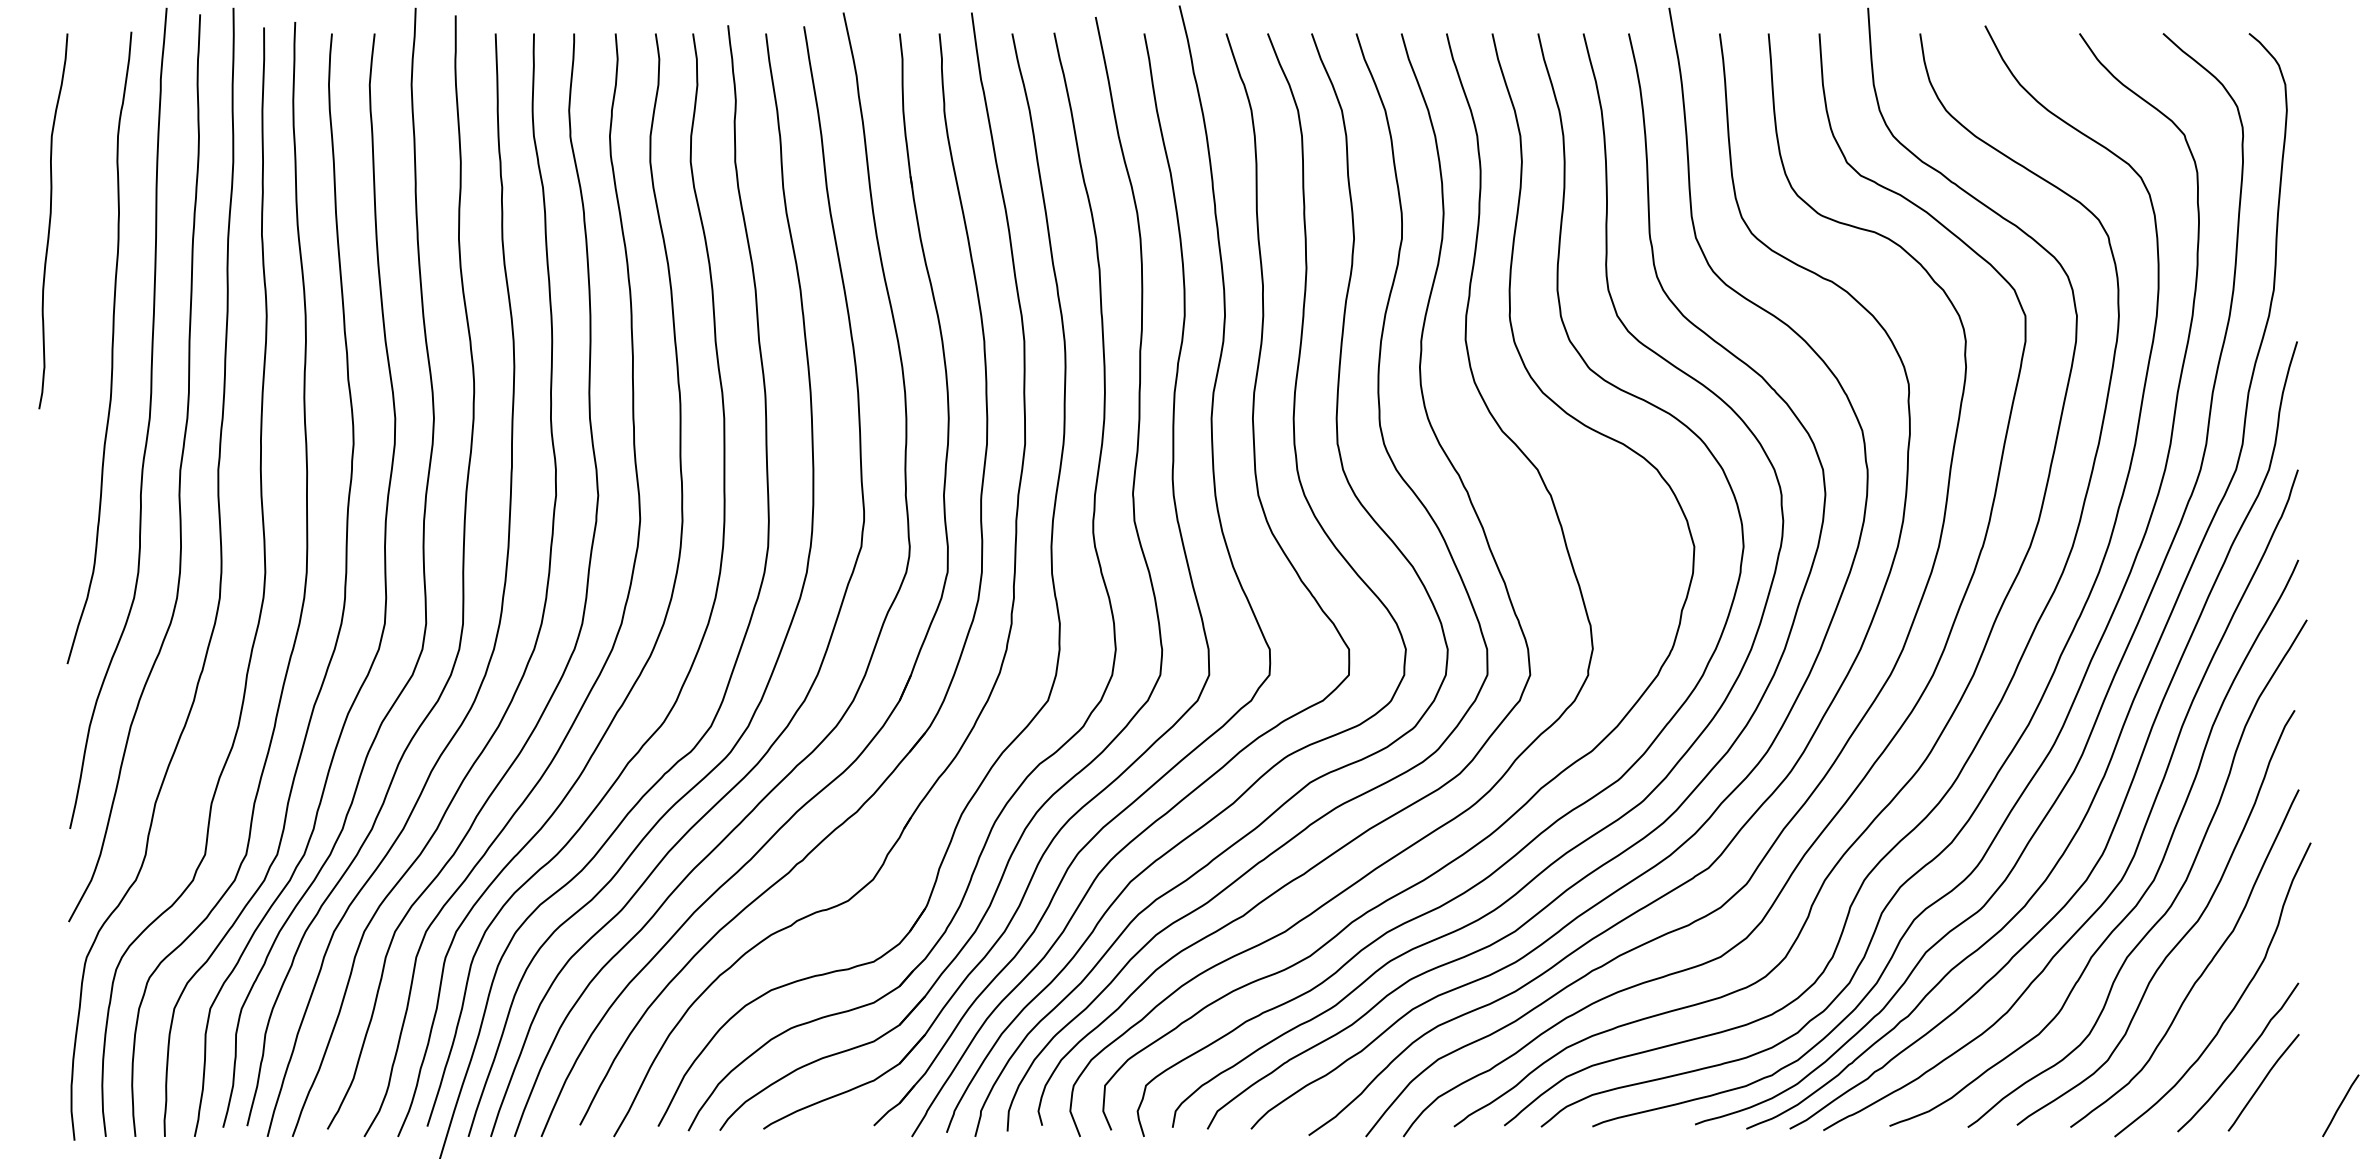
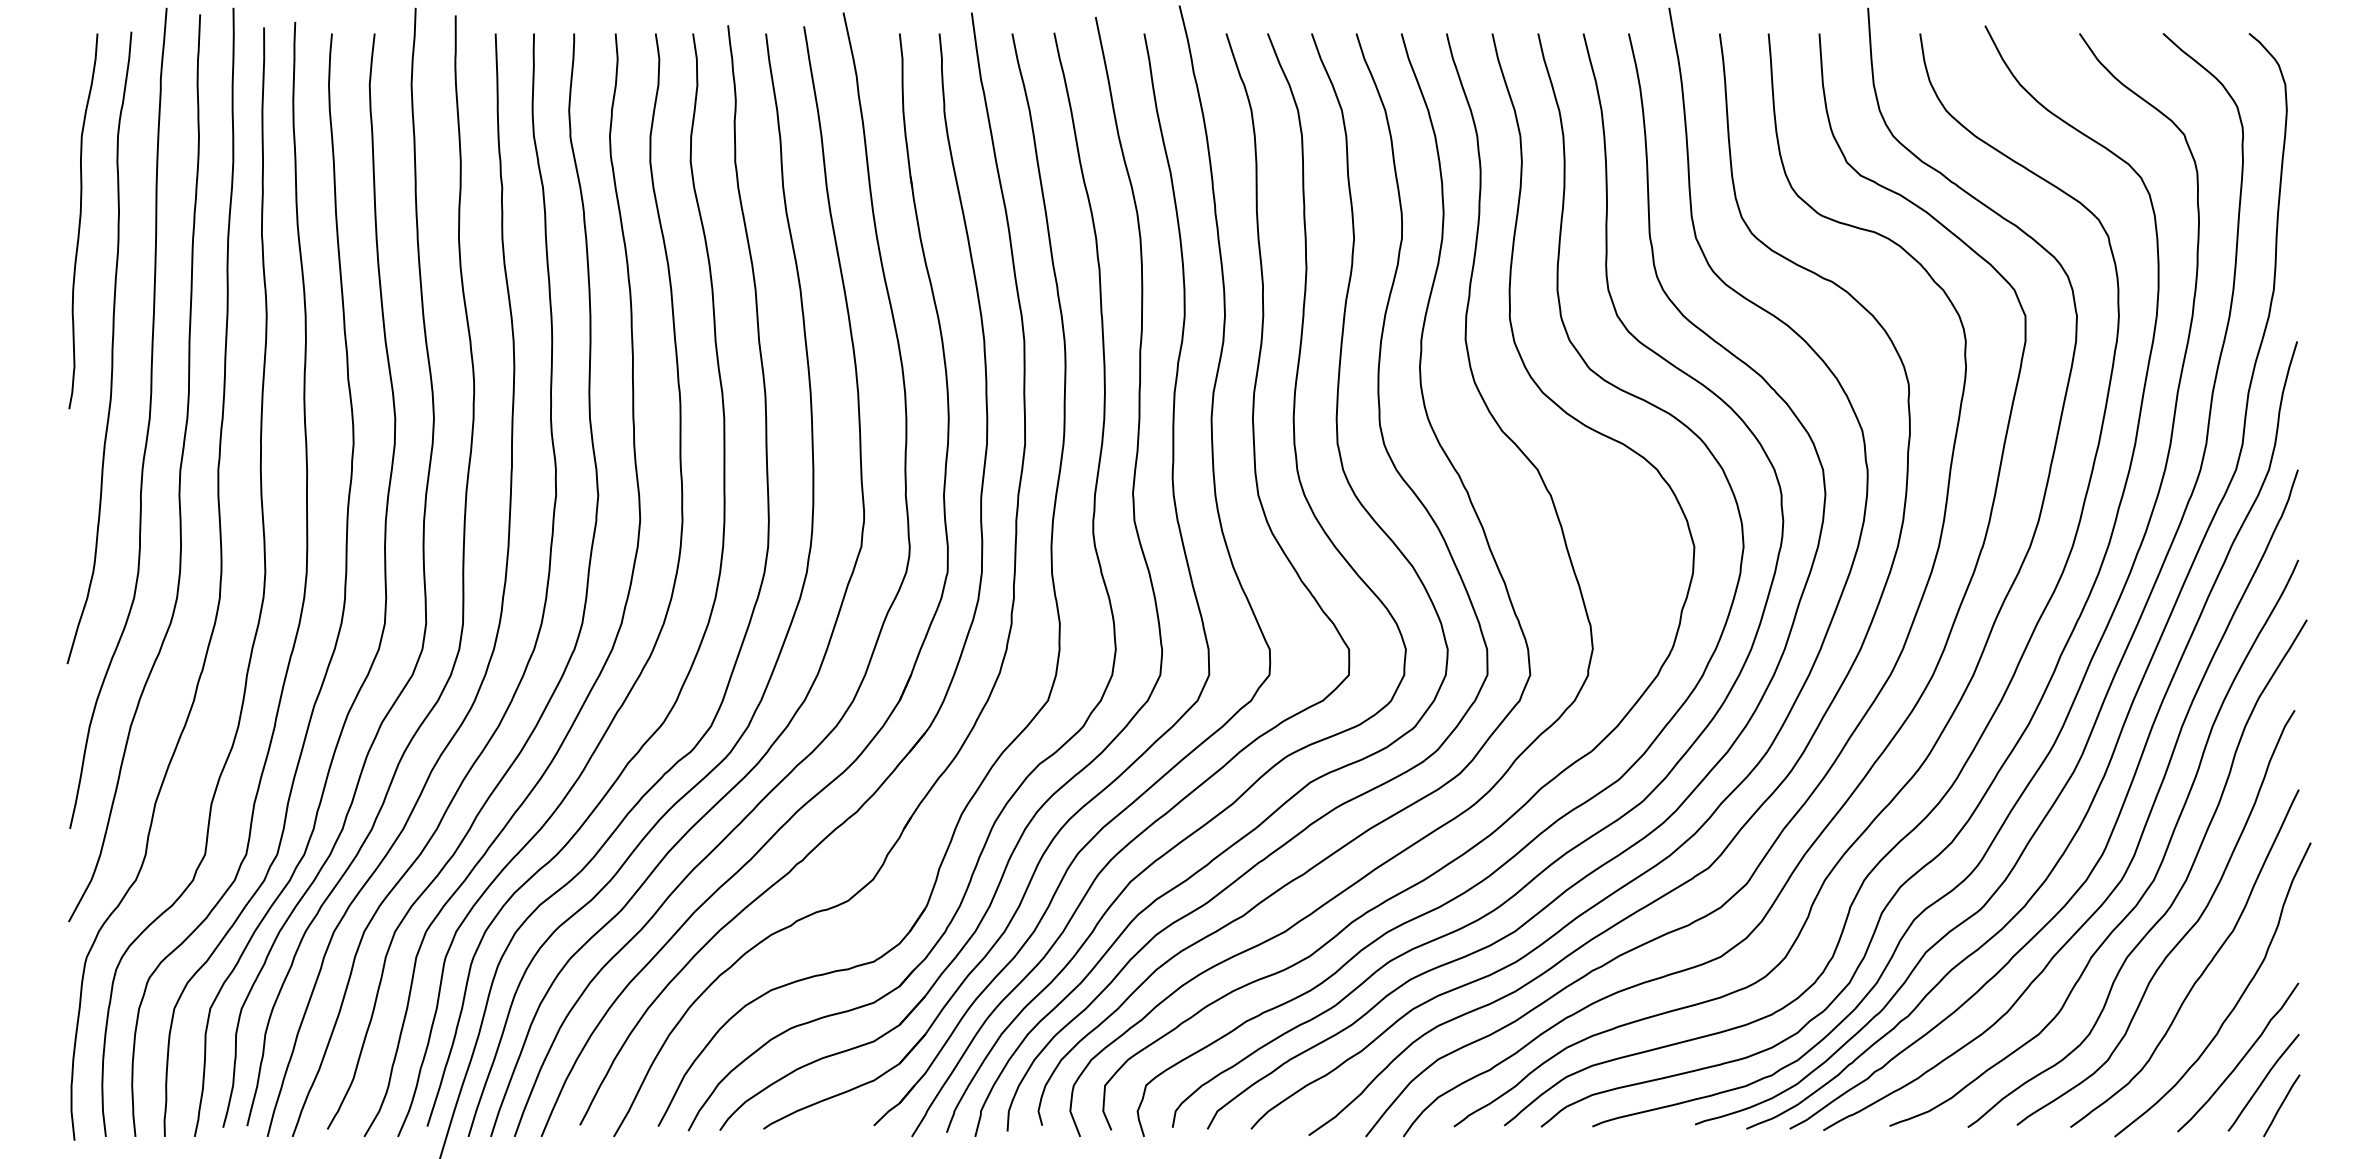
curve at (50, 221) position: (50, 221) -> (80, 221)
line at (2340, 1105) position: (2340, 1105) -> (2281, 1105)
